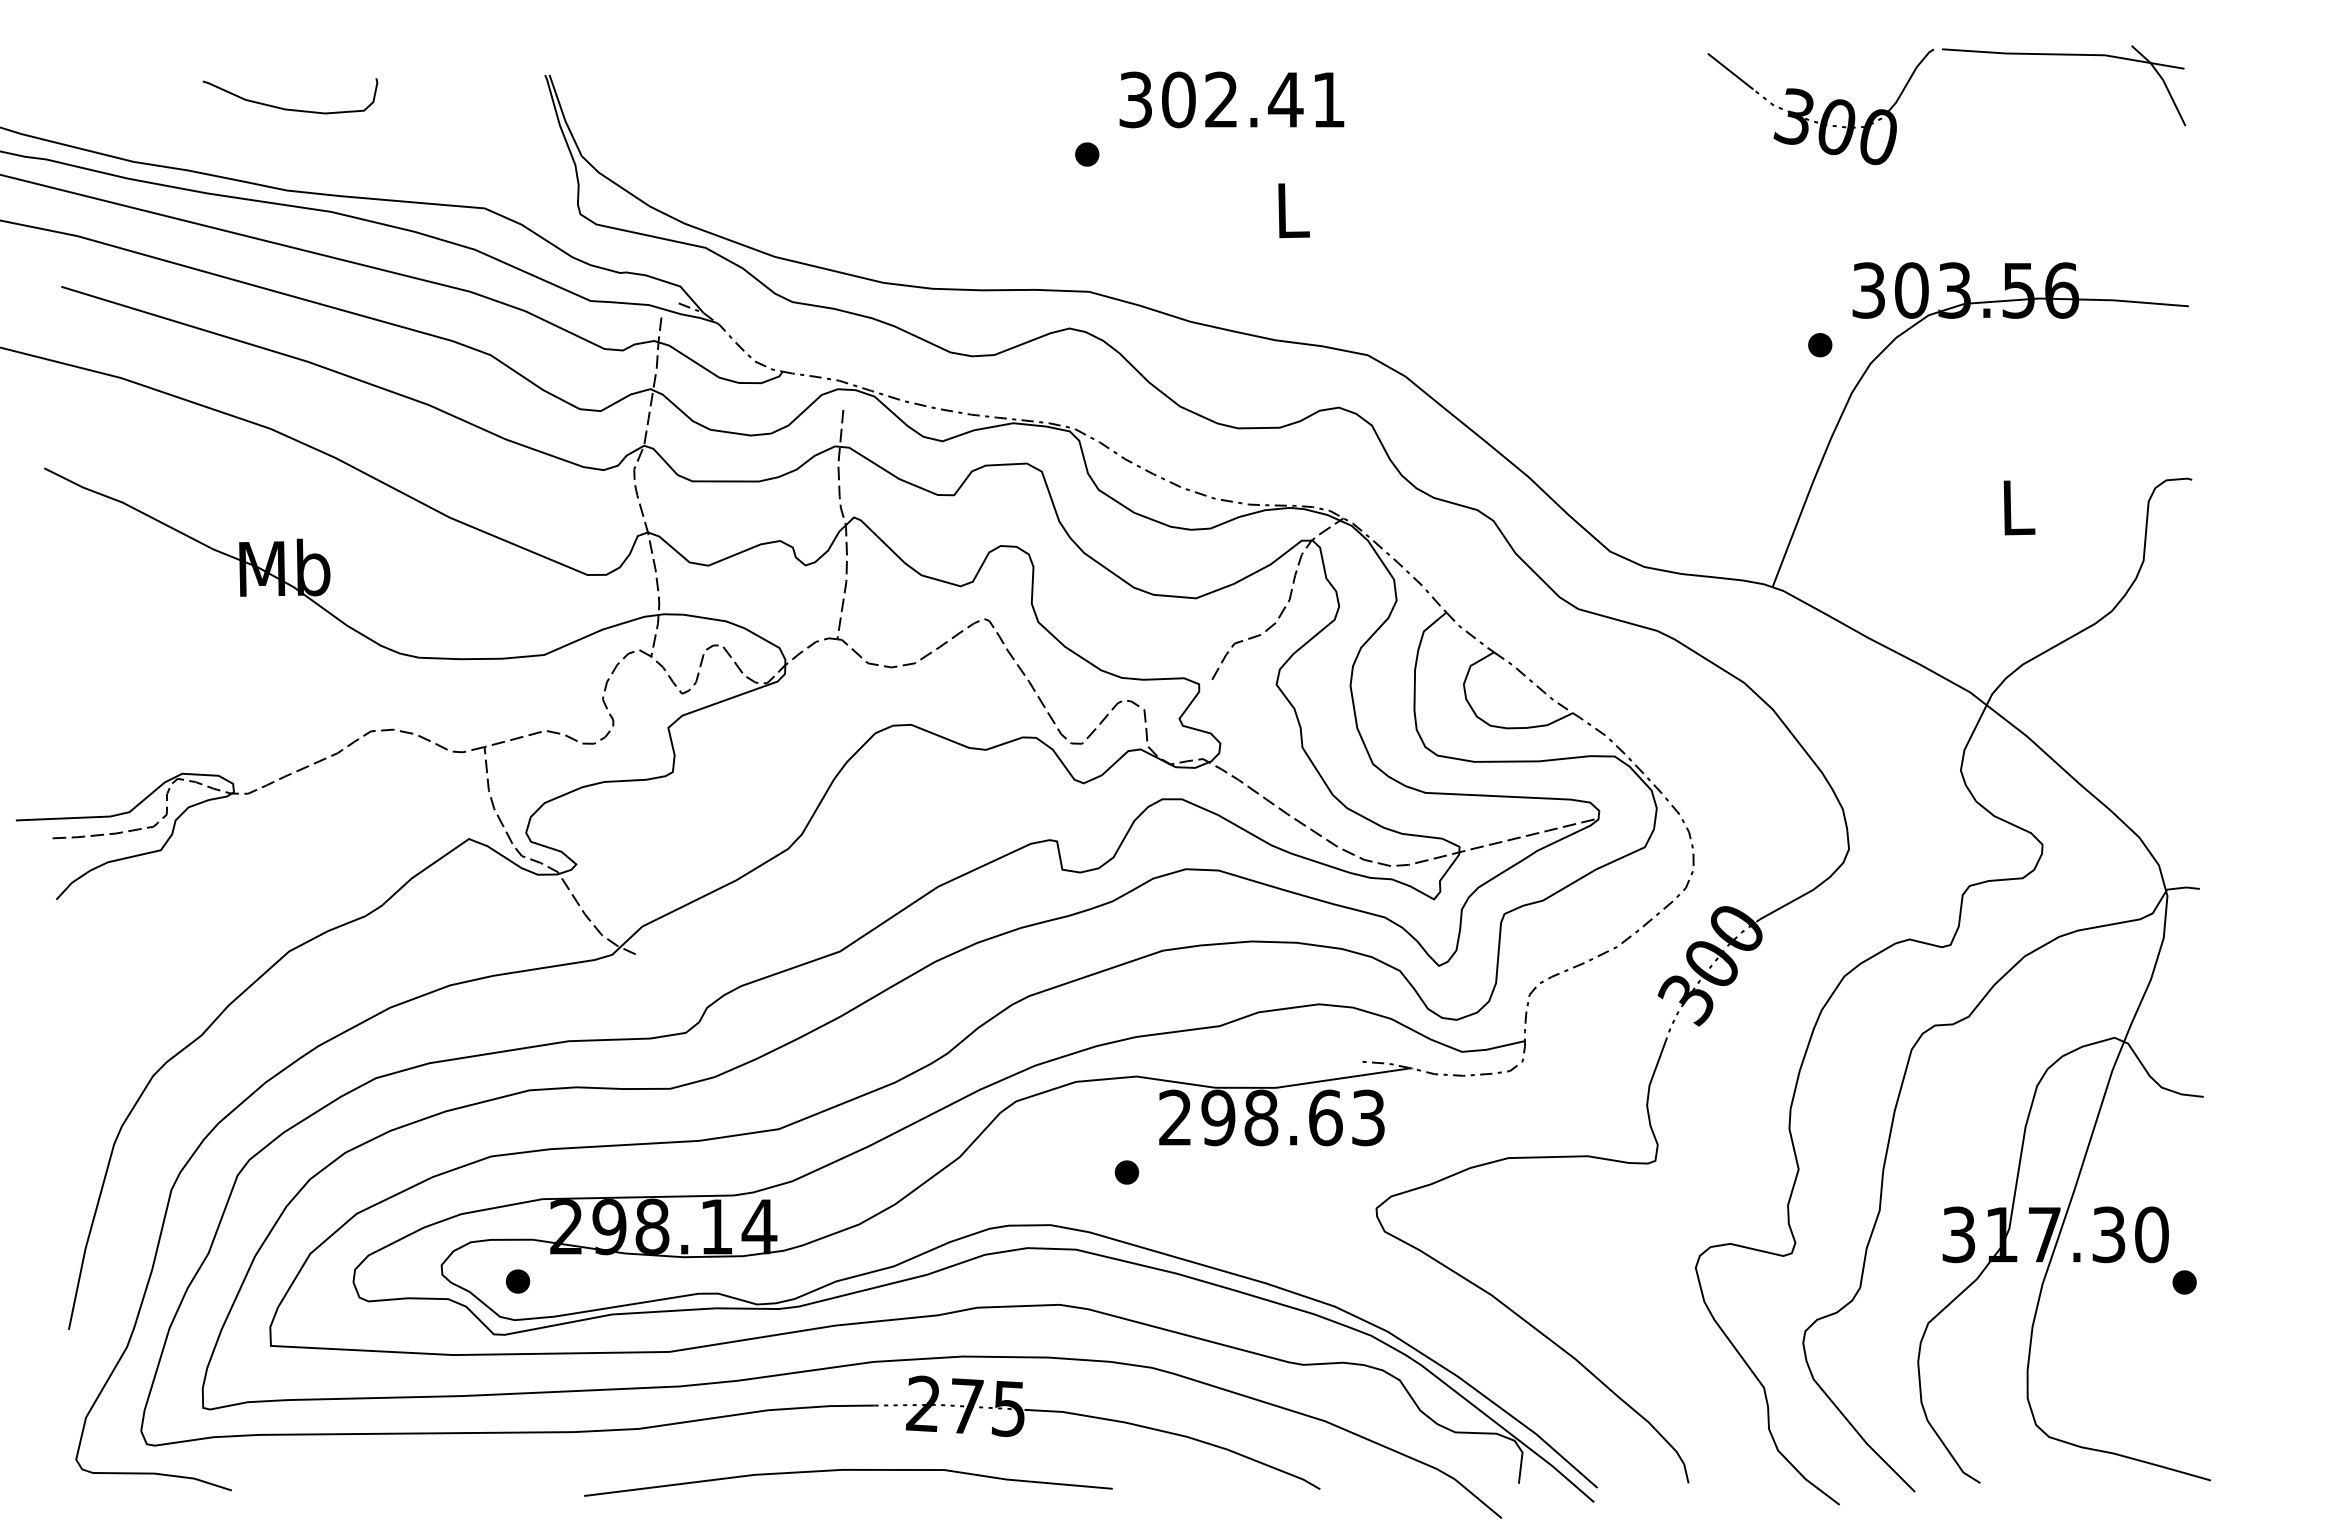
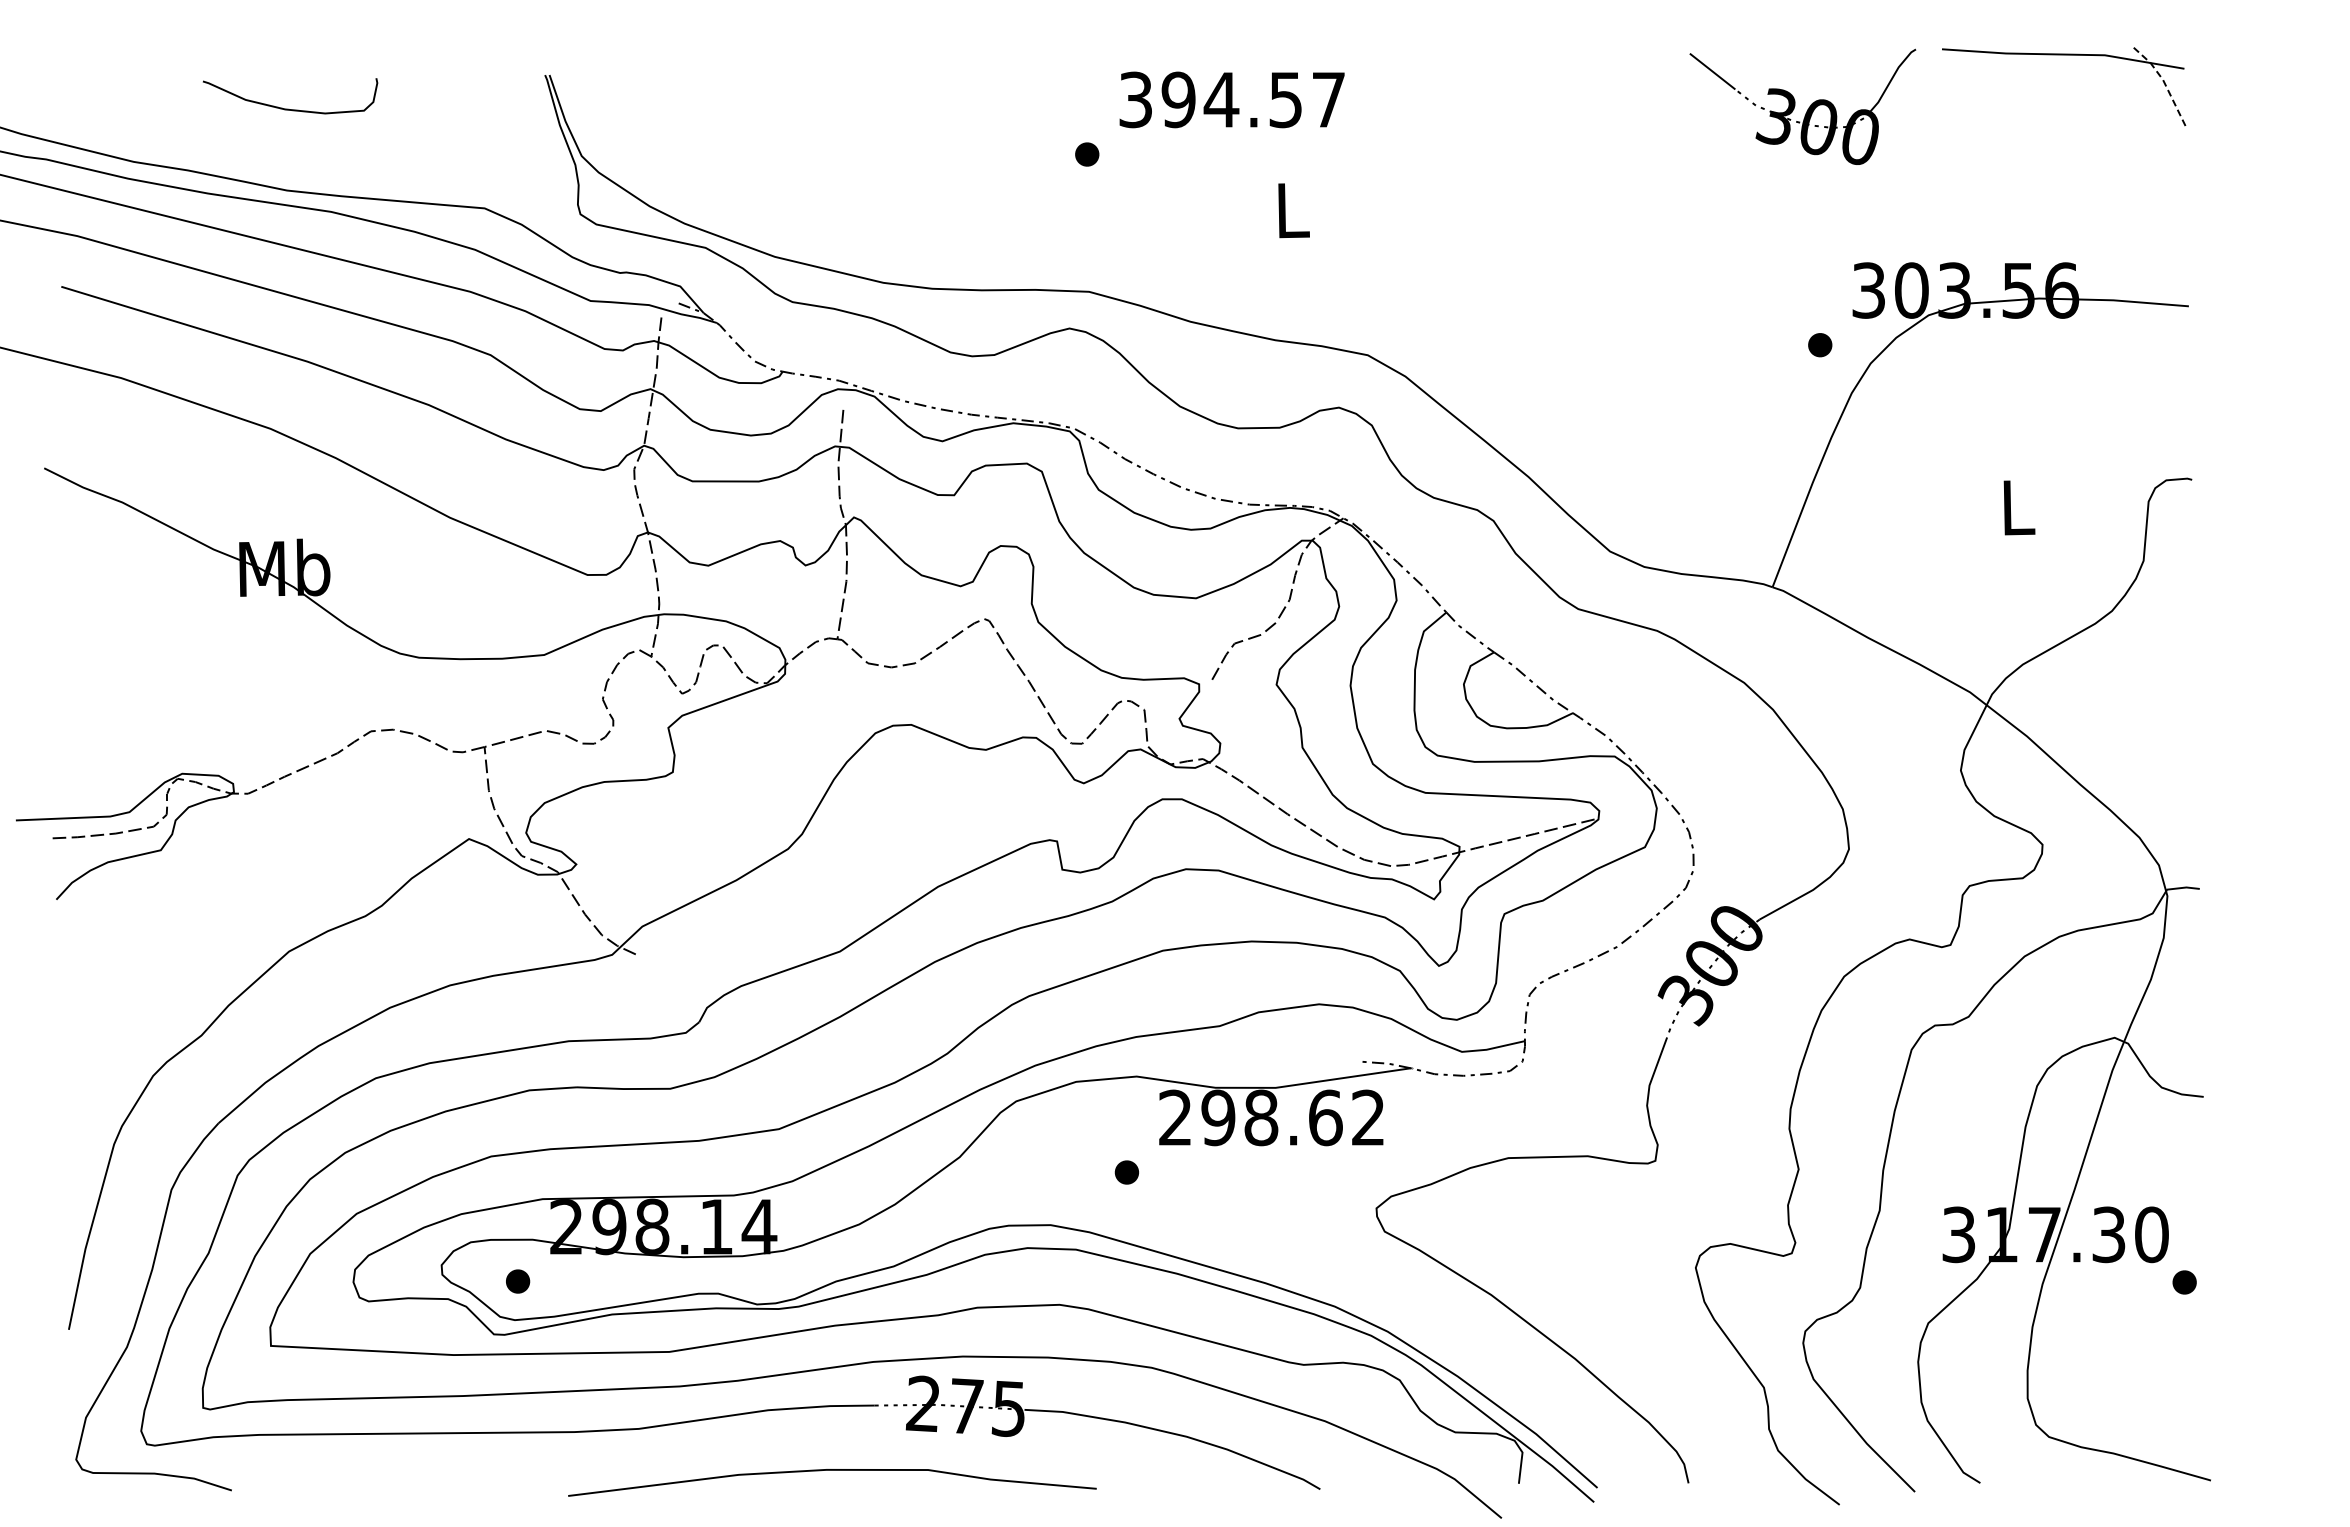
line at (2163, 80): solid -> dashed
text at (1252, 99): 302.41 -> 394.57
part at (1820, 106) position: (1820, 106) -> (1802, 106)
text at (1368, 1117): 298.63 -> 298.62
curve at (848, 1470) position: (848, 1470) -> (832, 1470)
